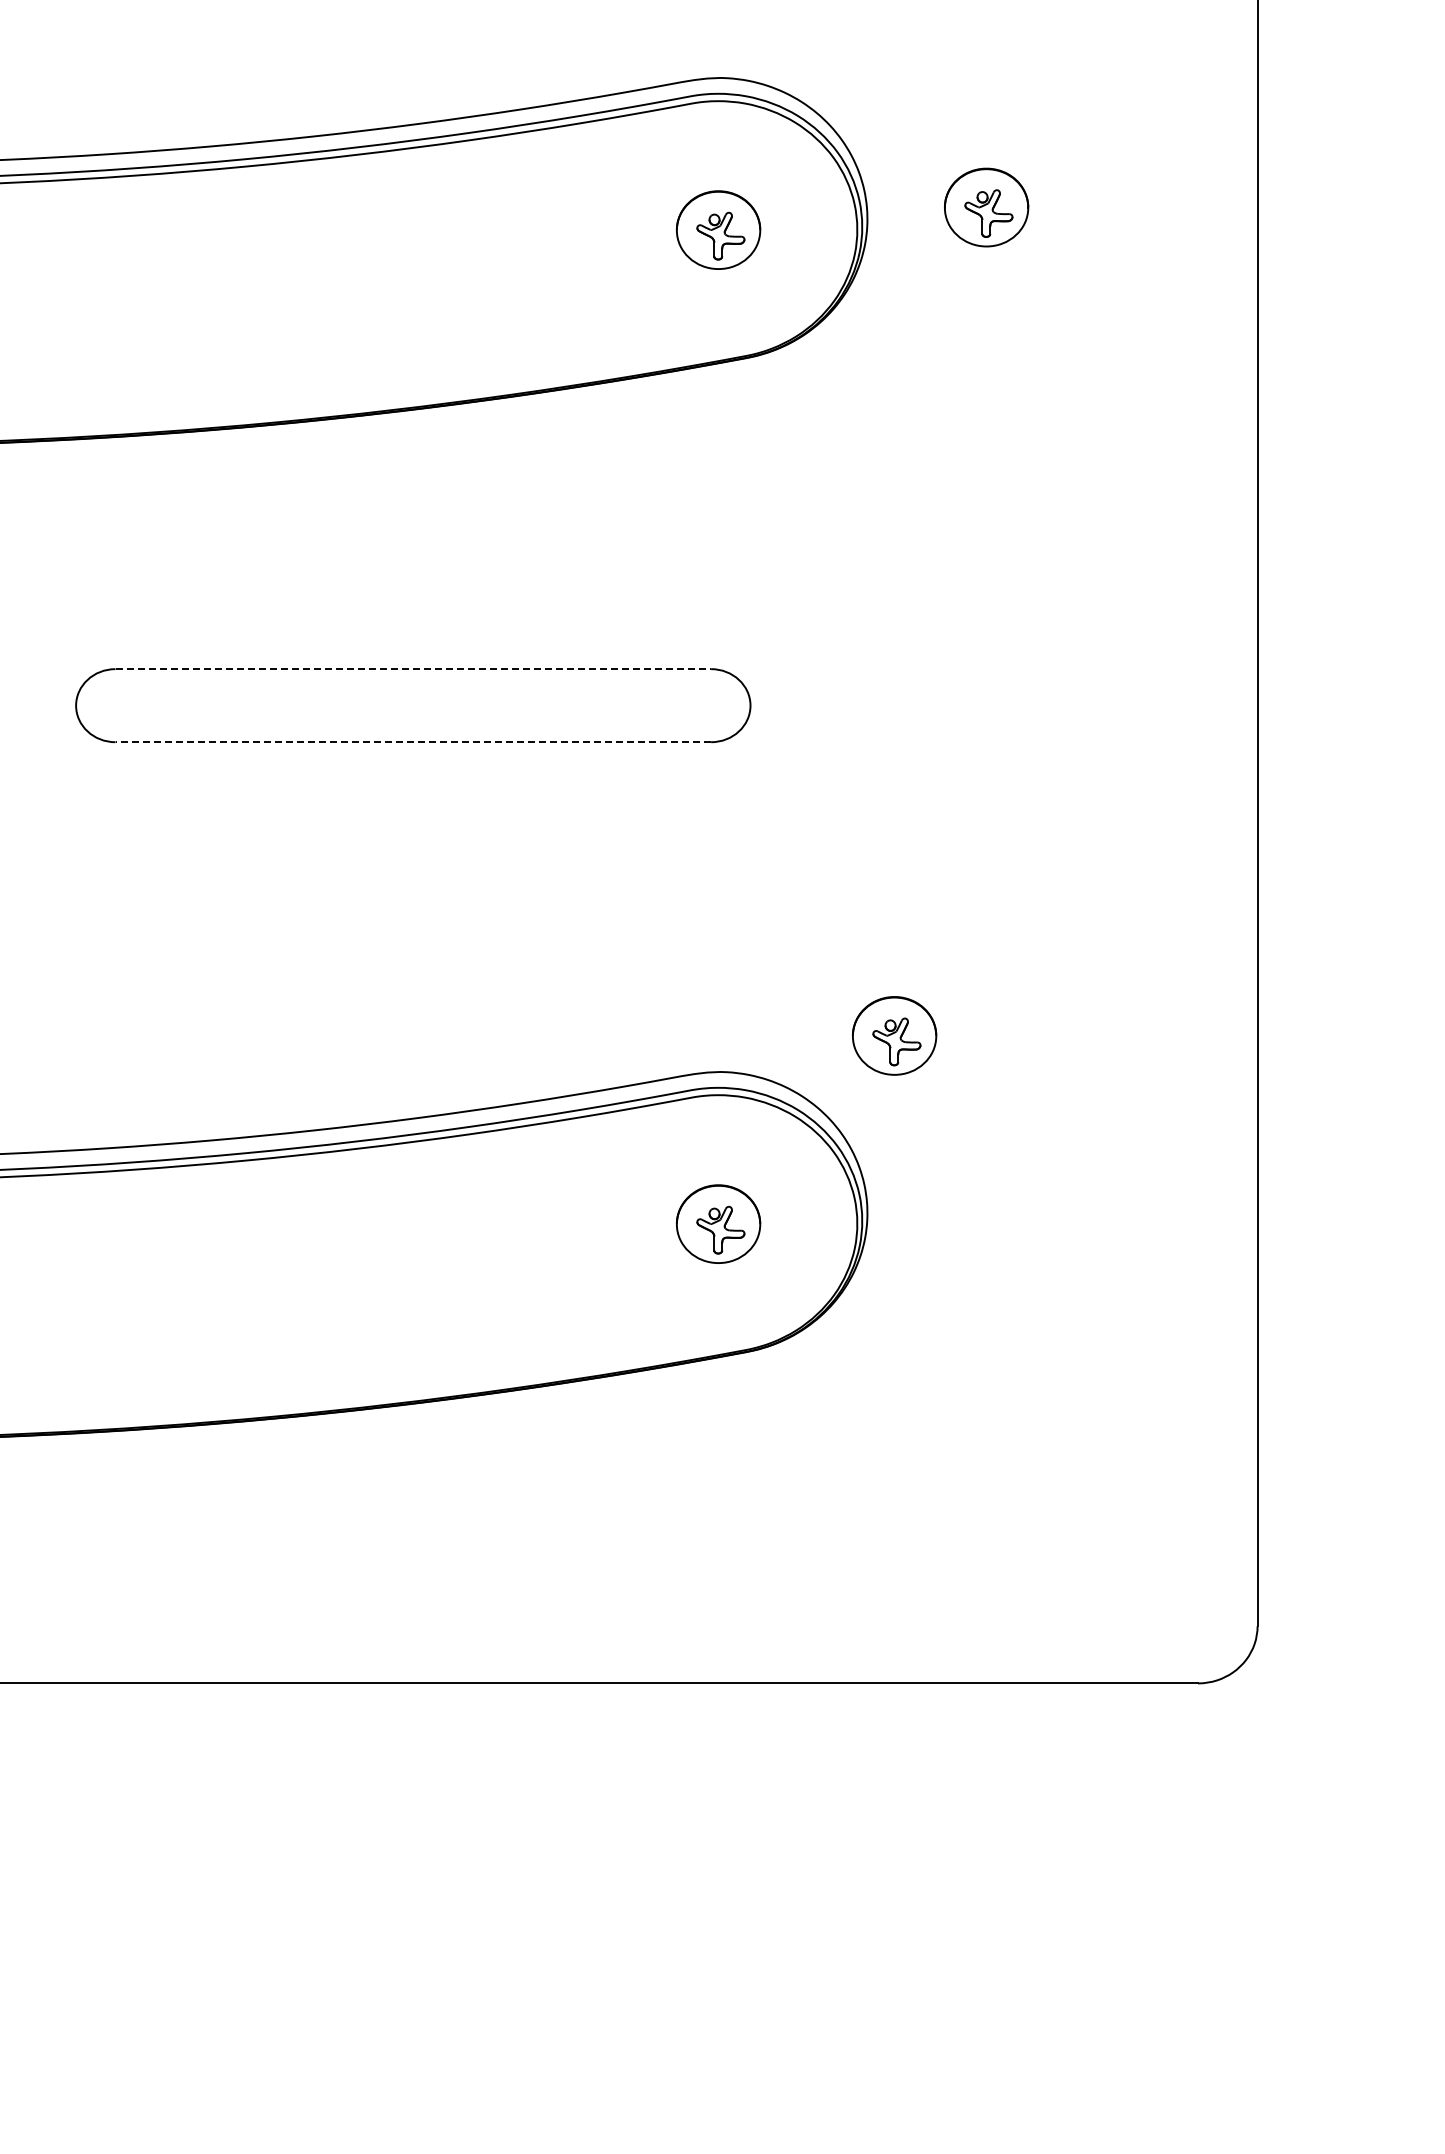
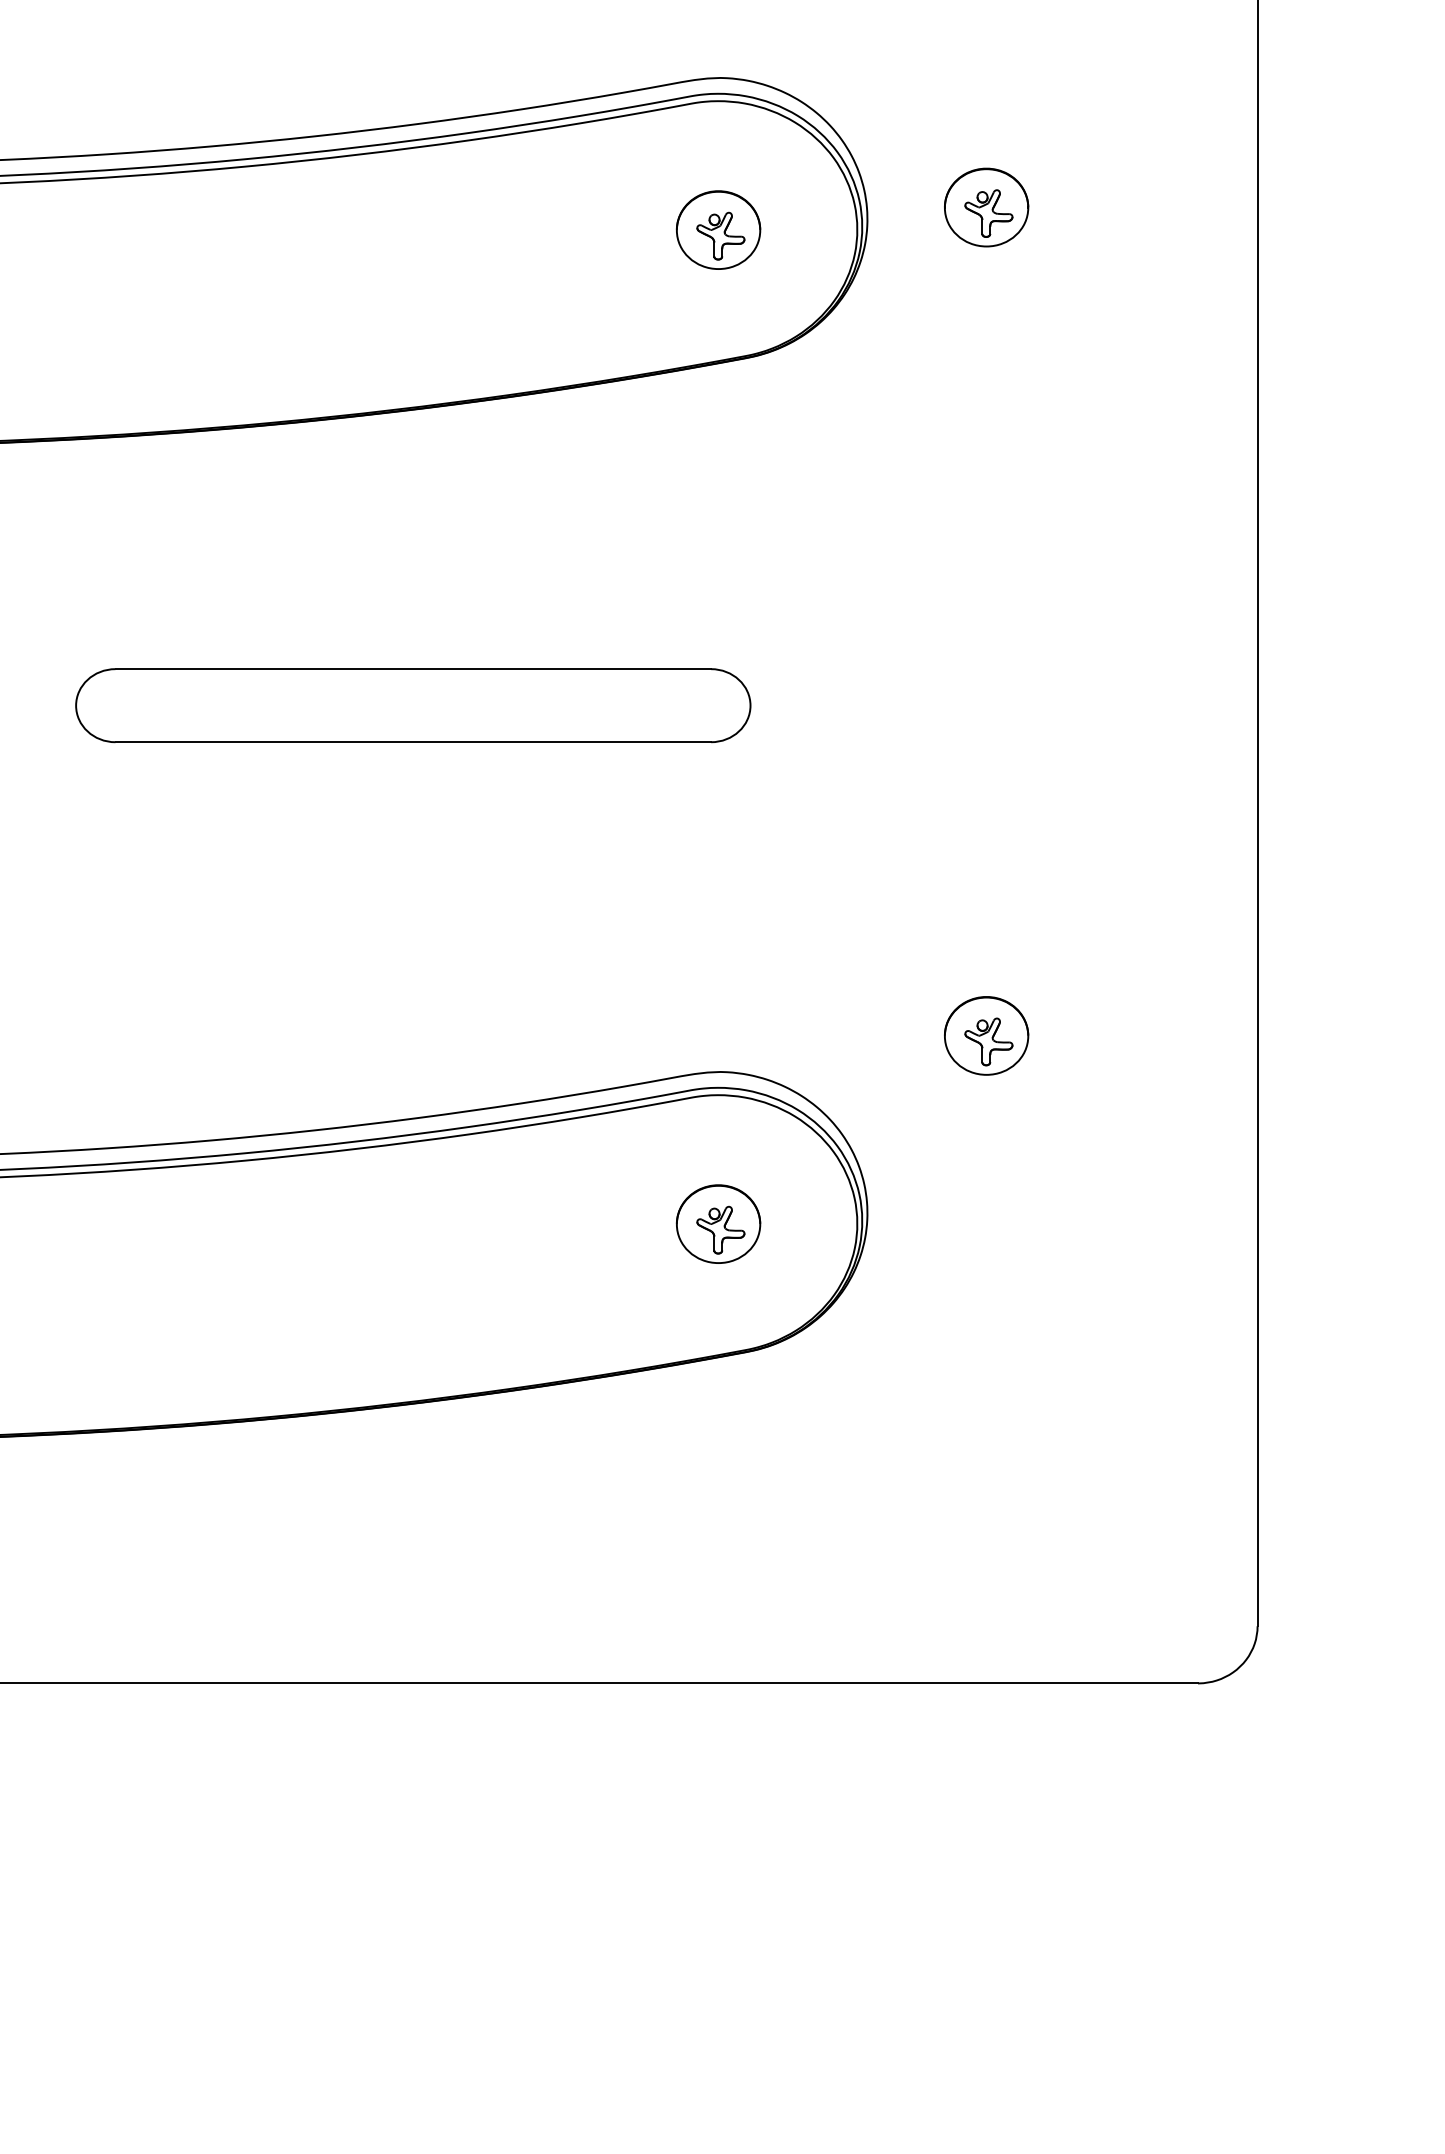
line at (413, 669): dashed -> solid
line at (413, 742): dashed -> solid
part at (894, 1035) position: (894, 1035) -> (986, 1035)
